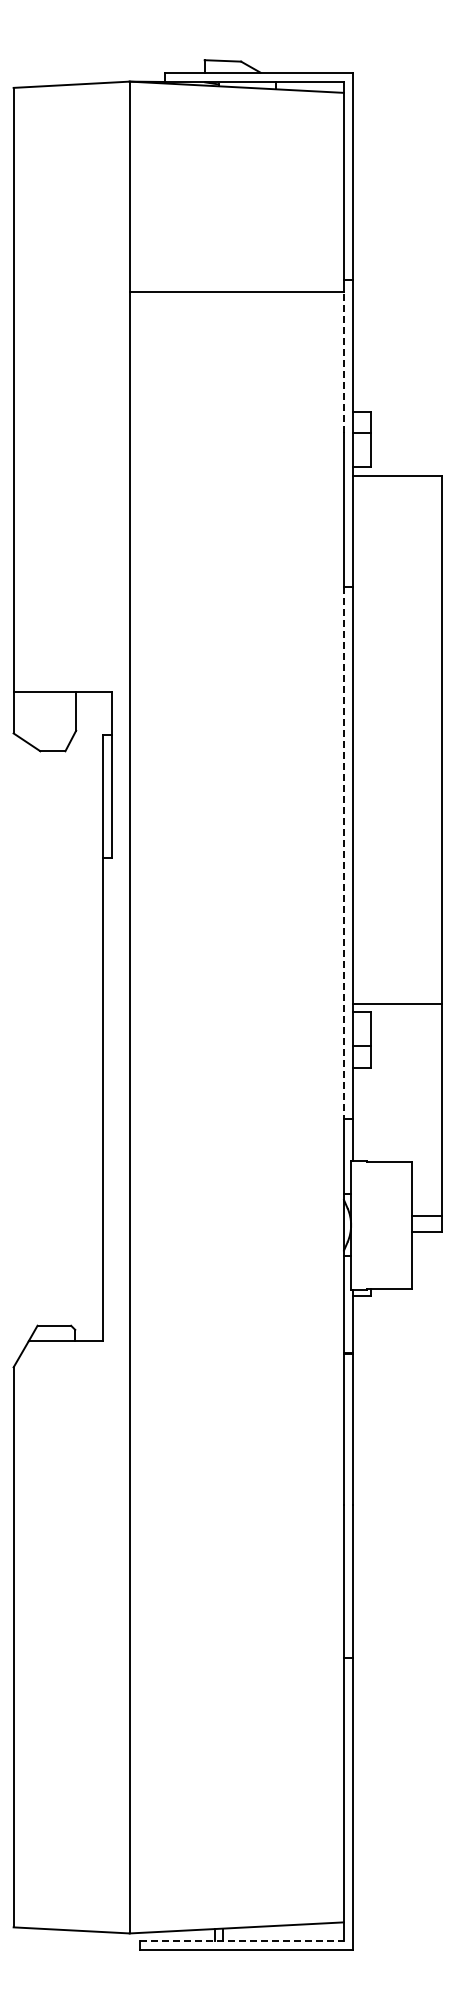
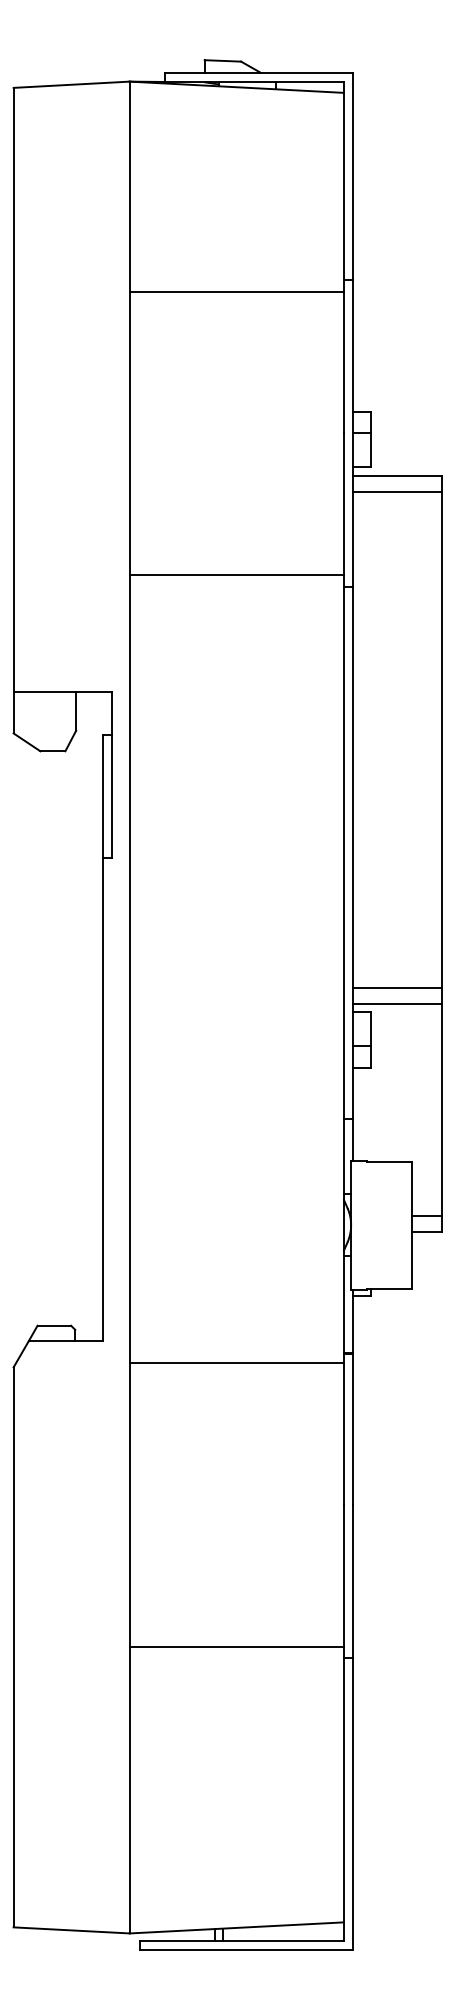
line at (344, 362): dashed -> solid
line at (397, 492): none -> present
line at (236, 575): none -> present
line at (344, 853): dashed -> solid
line at (397, 987): none -> present
line at (236, 1363): none -> present
line at (236, 1646): none -> present
line at (242, 1940): dashed -> solid
